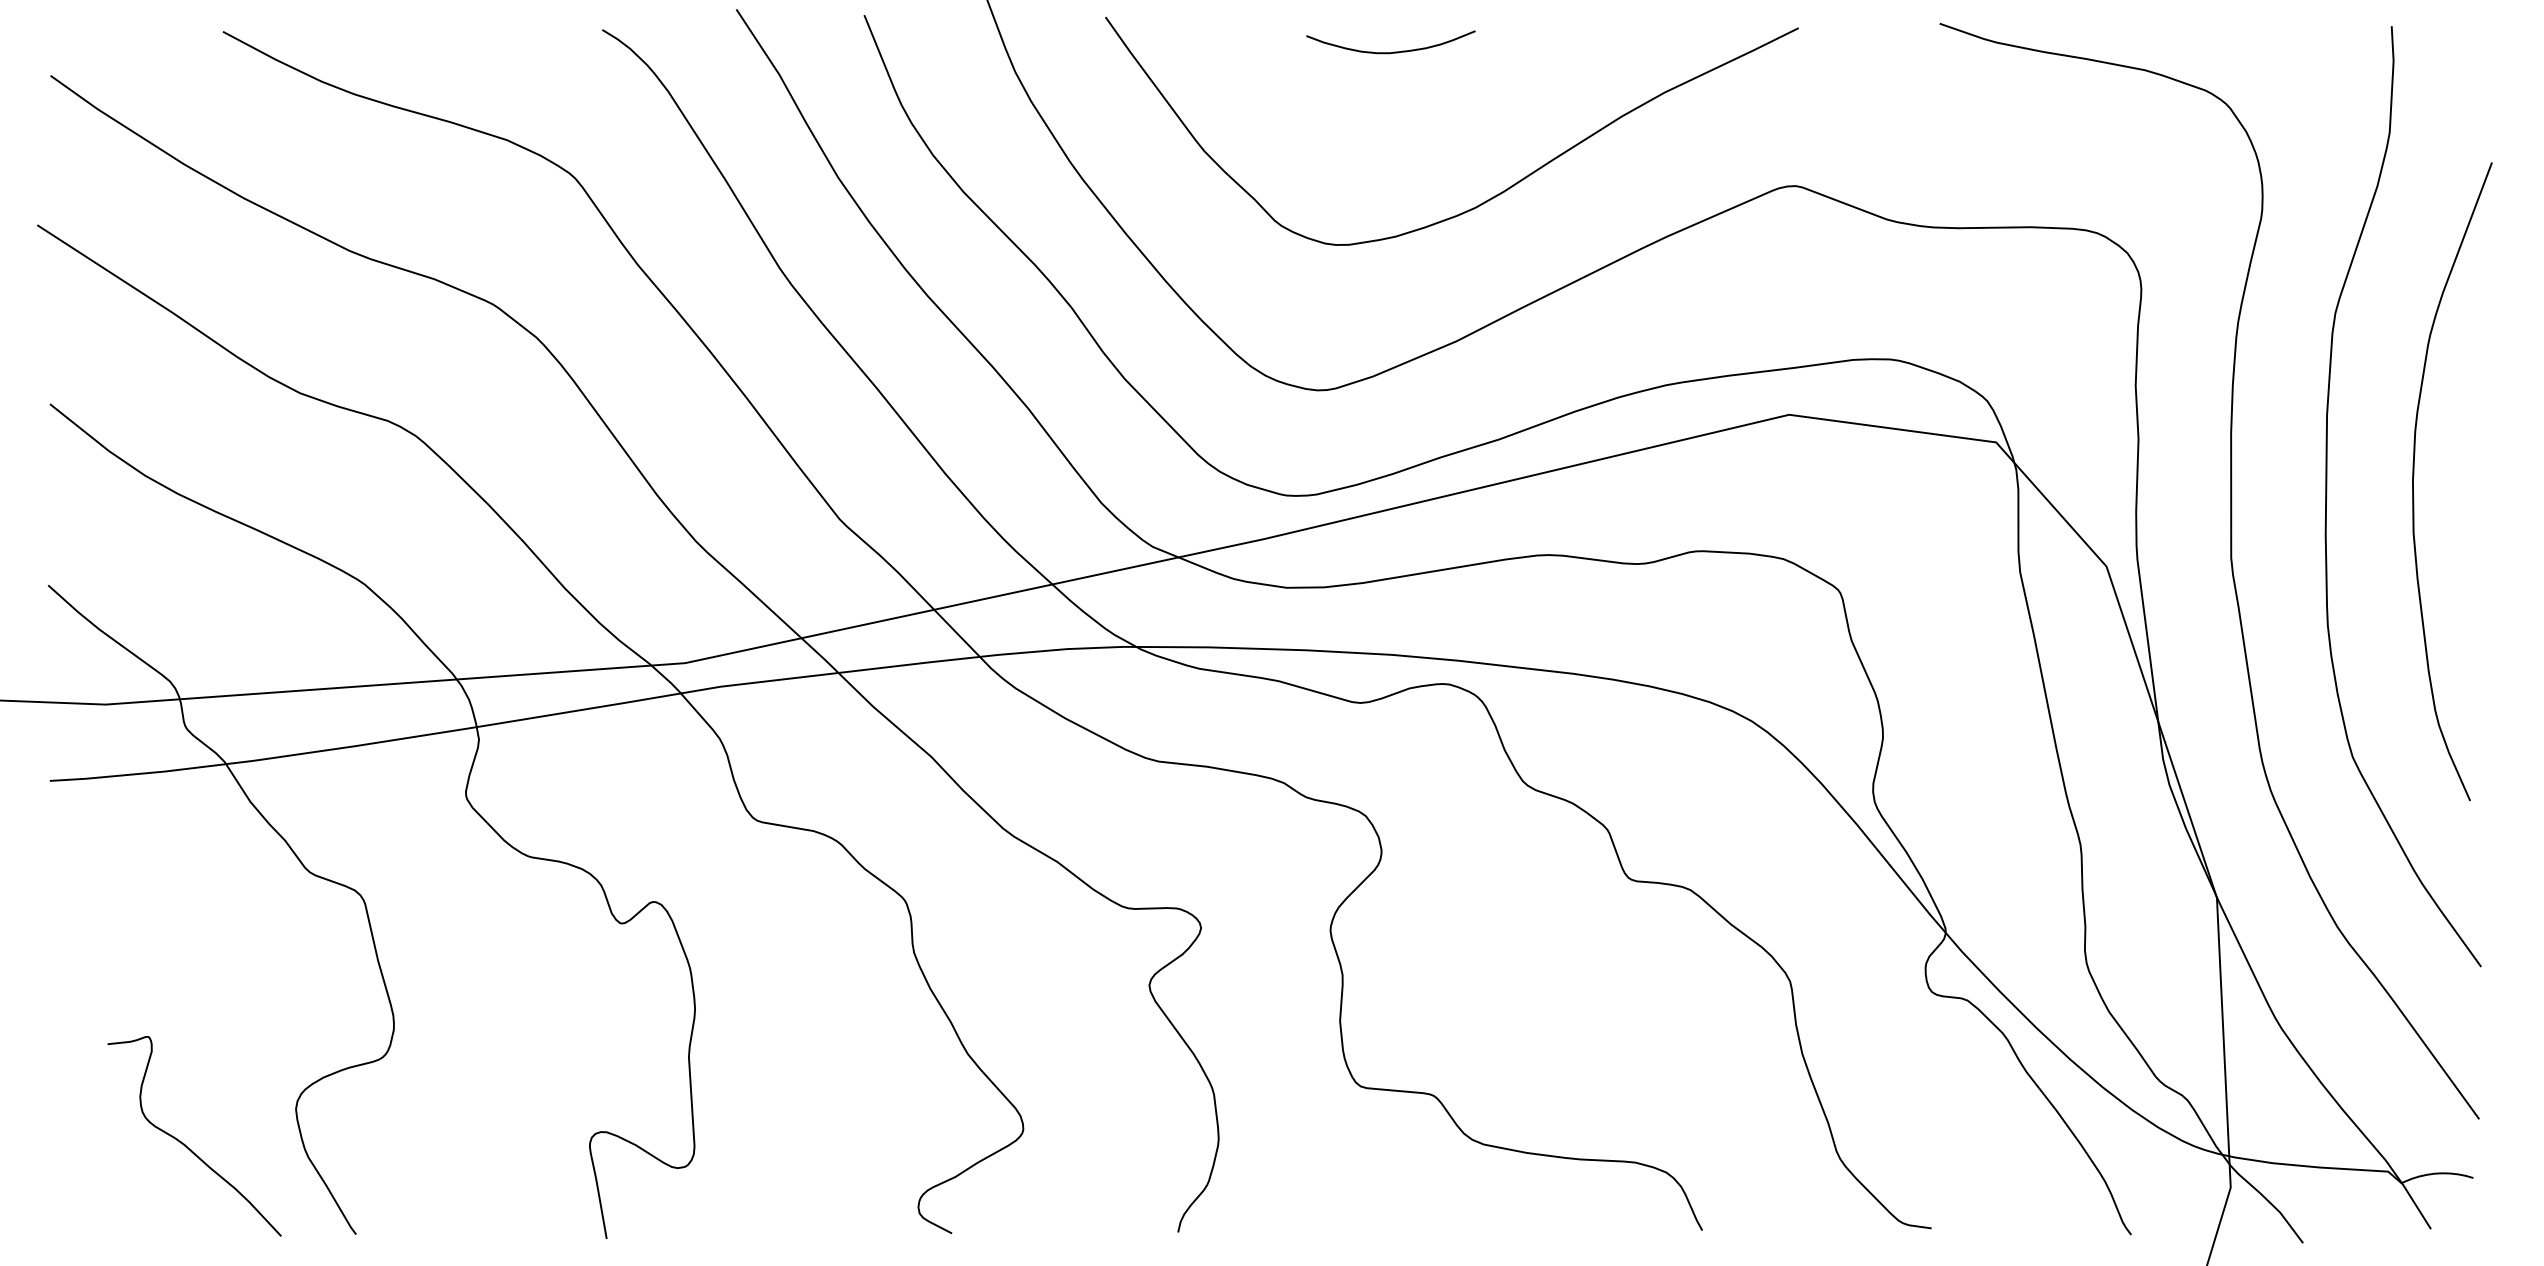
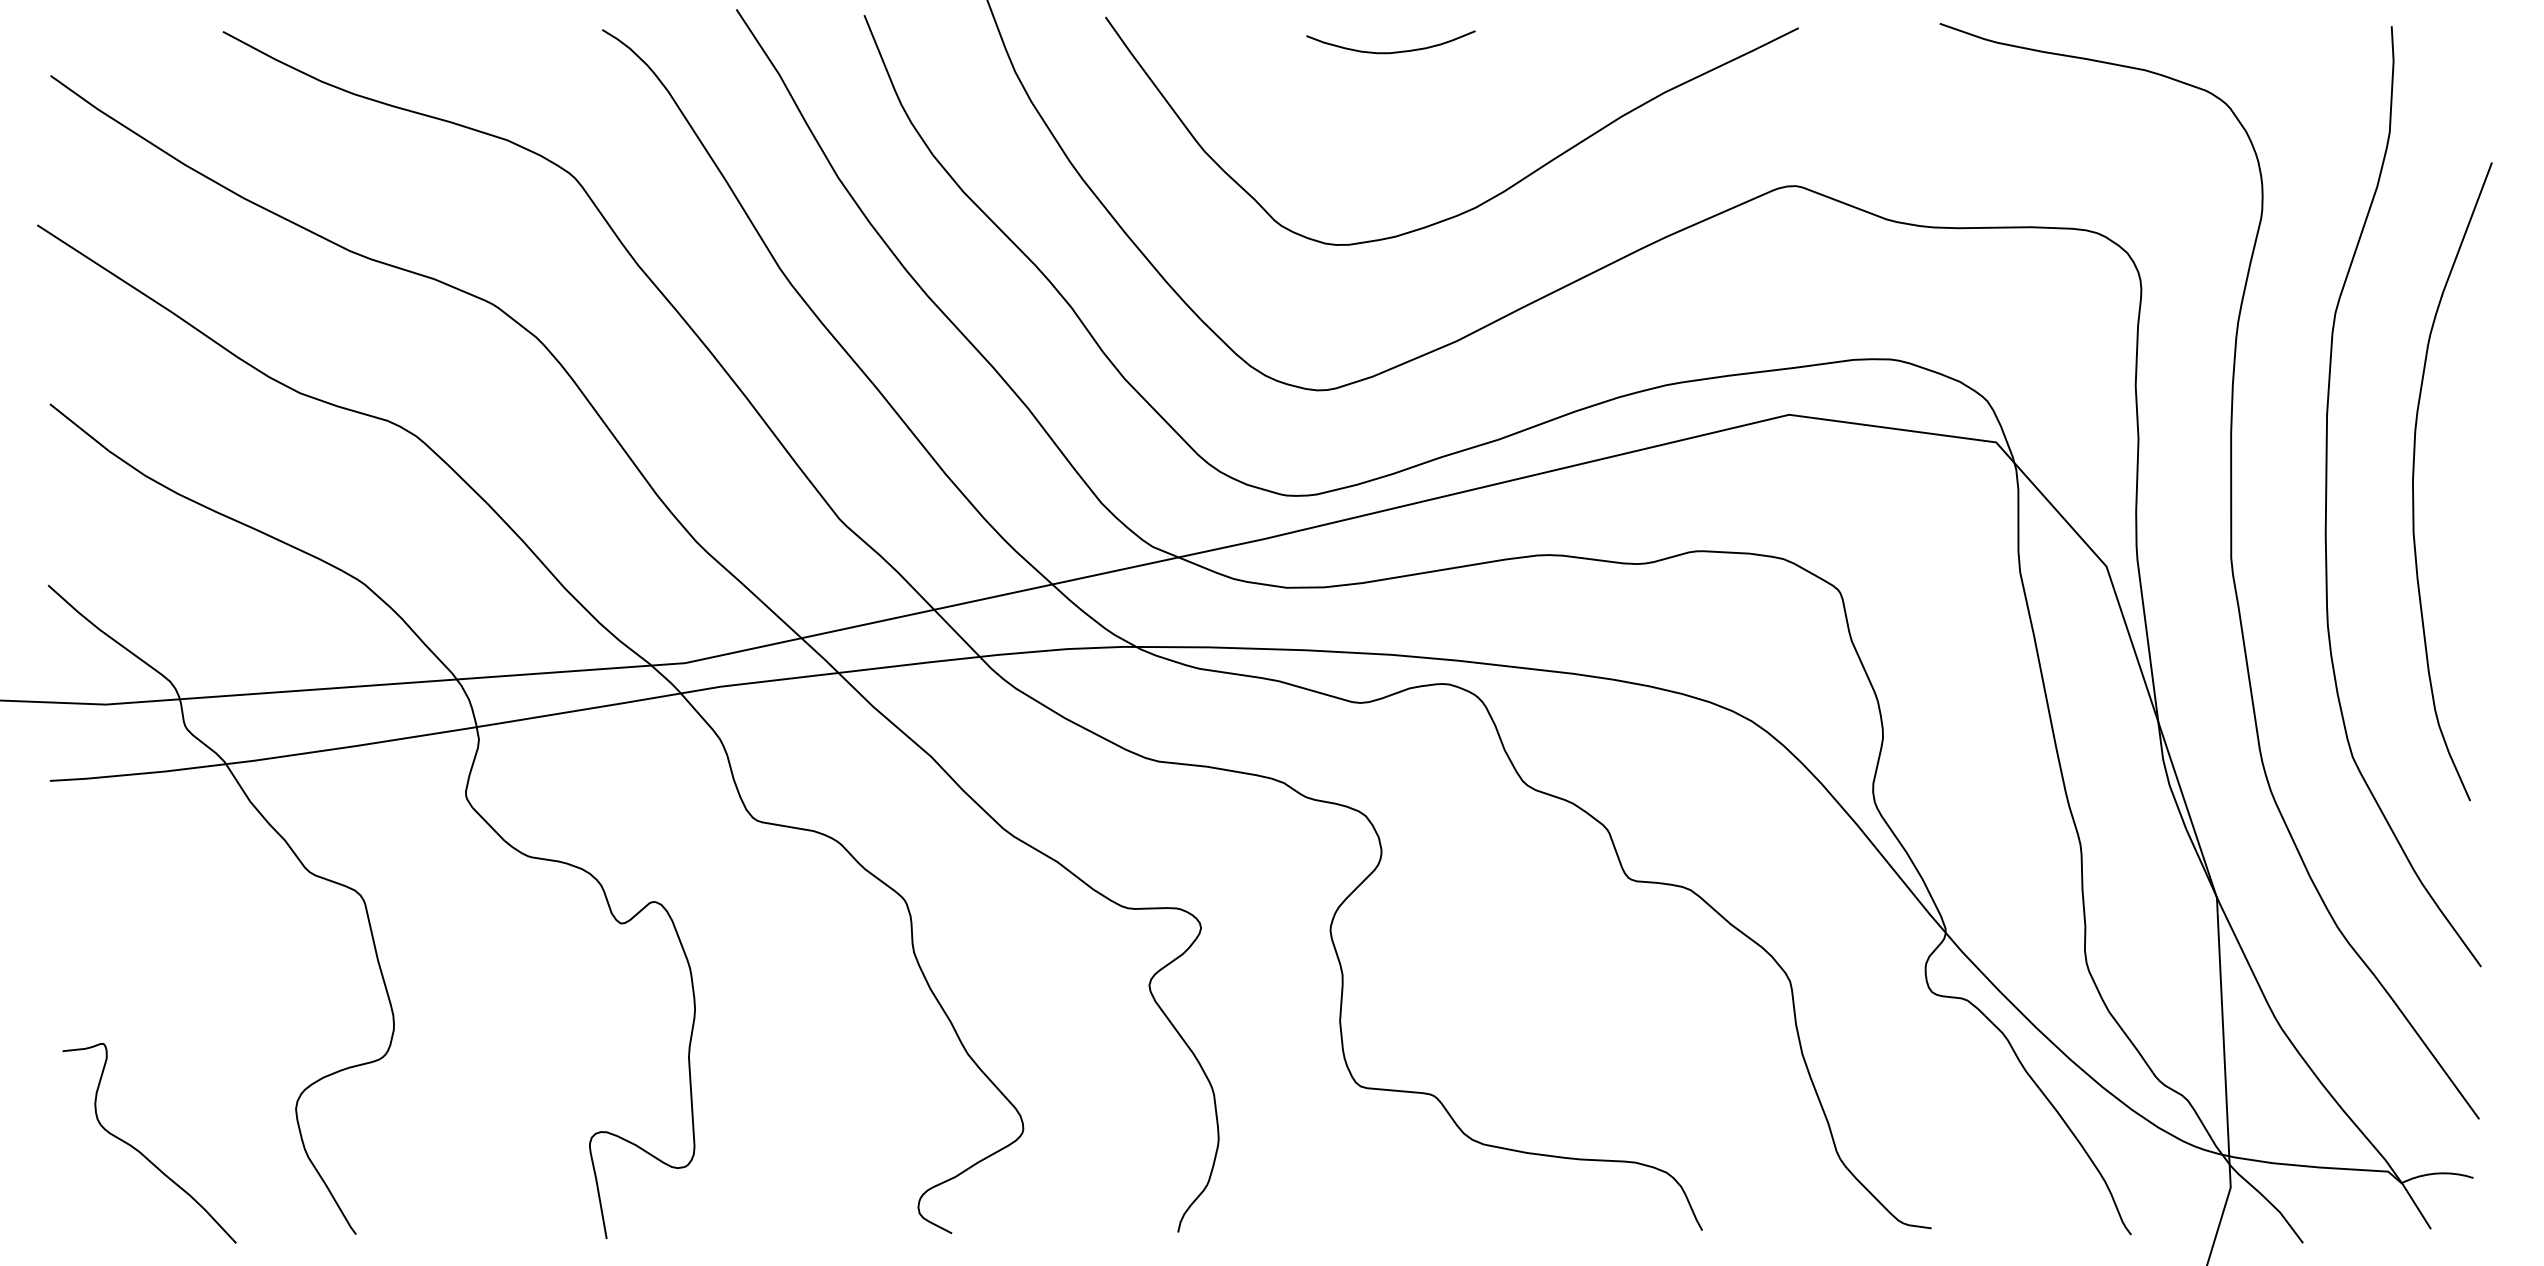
curve at (185, 1144) position: (185, 1144) -> (140, 1151)
